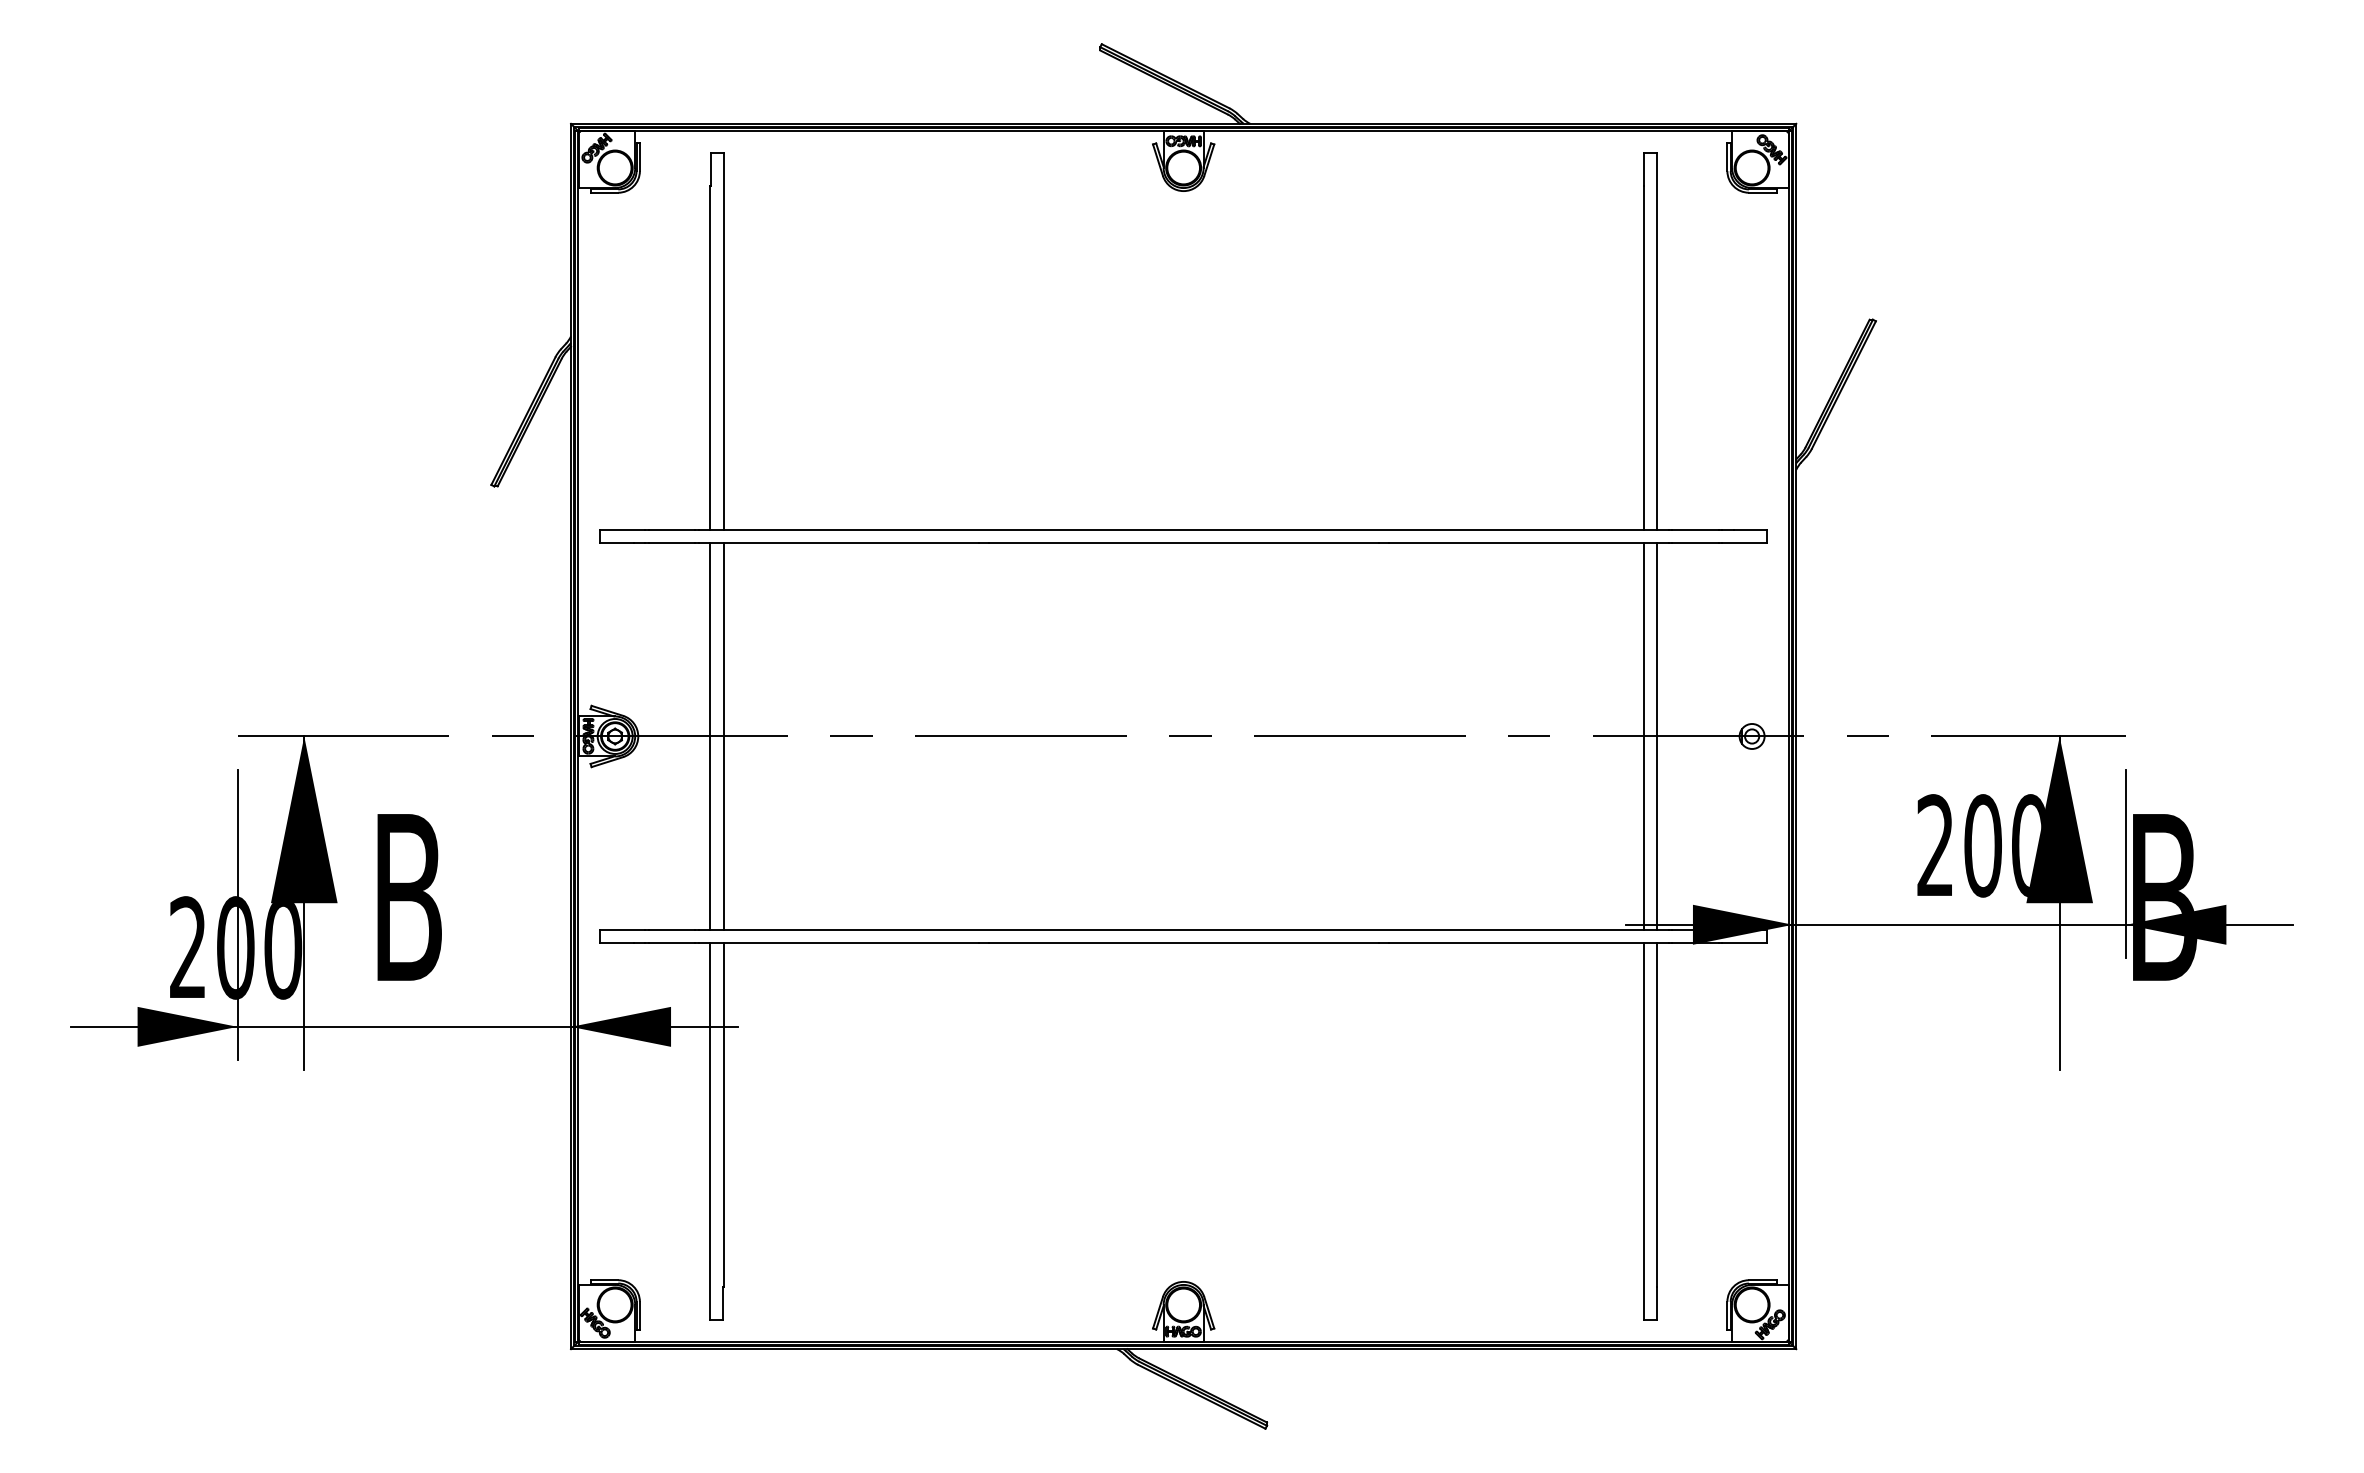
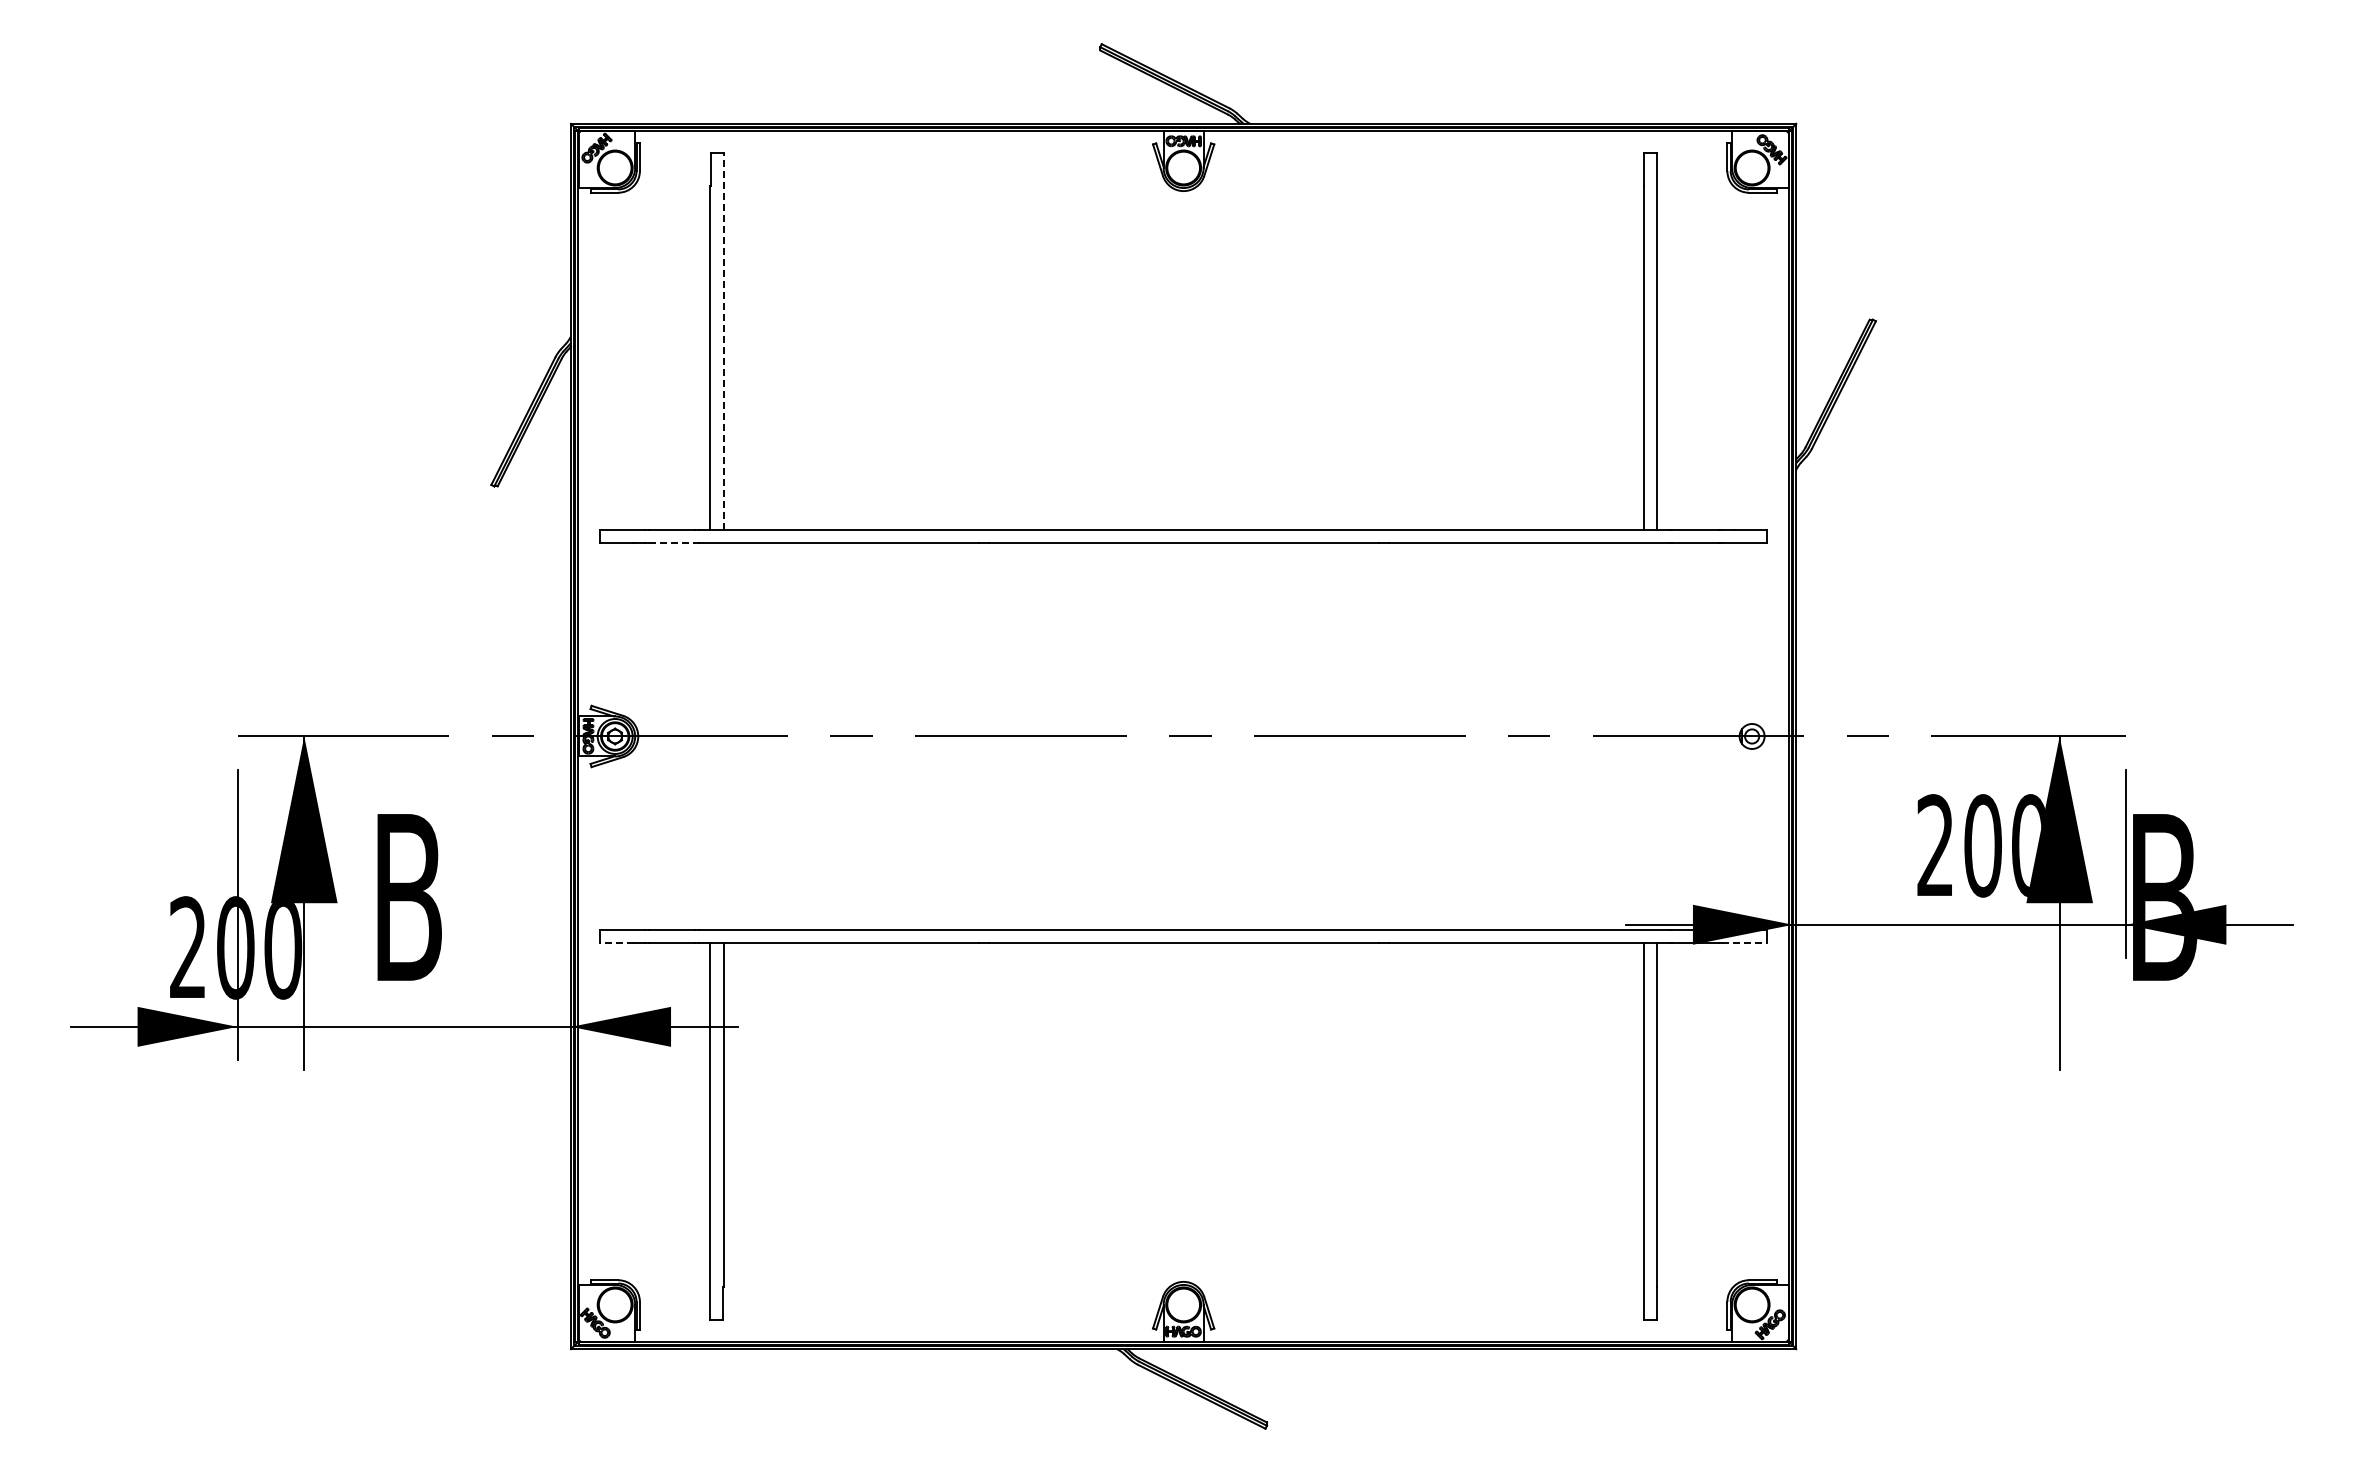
line at (723, 340): solid -> dashed
line at (672, 543): solid -> dashed
line at (710, 736): present -> none
line at (723, 736): present -> none
line at (1643, 736): present -> none
line at (1657, 736): present -> none
line at (616, 942): solid -> dashed
line at (1745, 943): solid -> dashed
